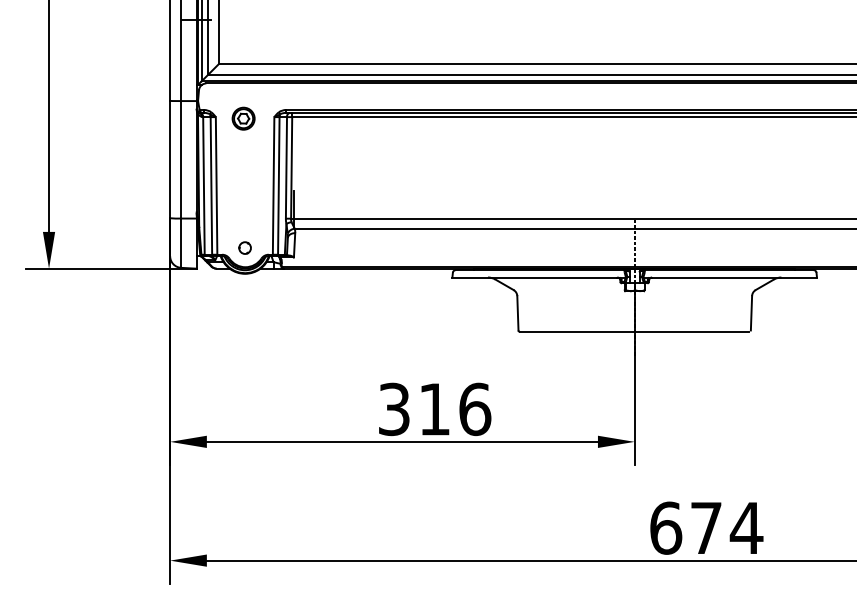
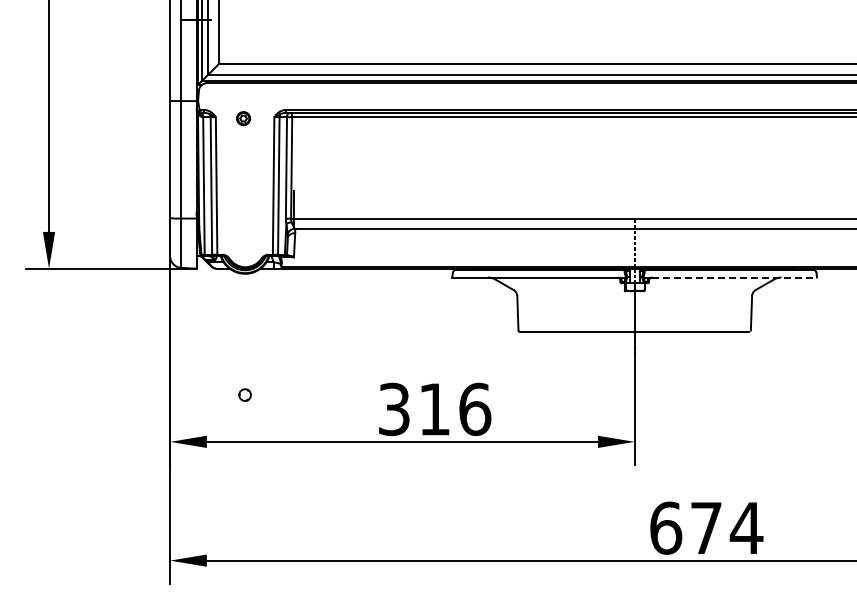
part at (243, 118) size: 25x25 px -> 16x16 px
circle at (244, 247) position: (244, 247) -> (244, 394)
line at (735, 277): solid -> dashed
